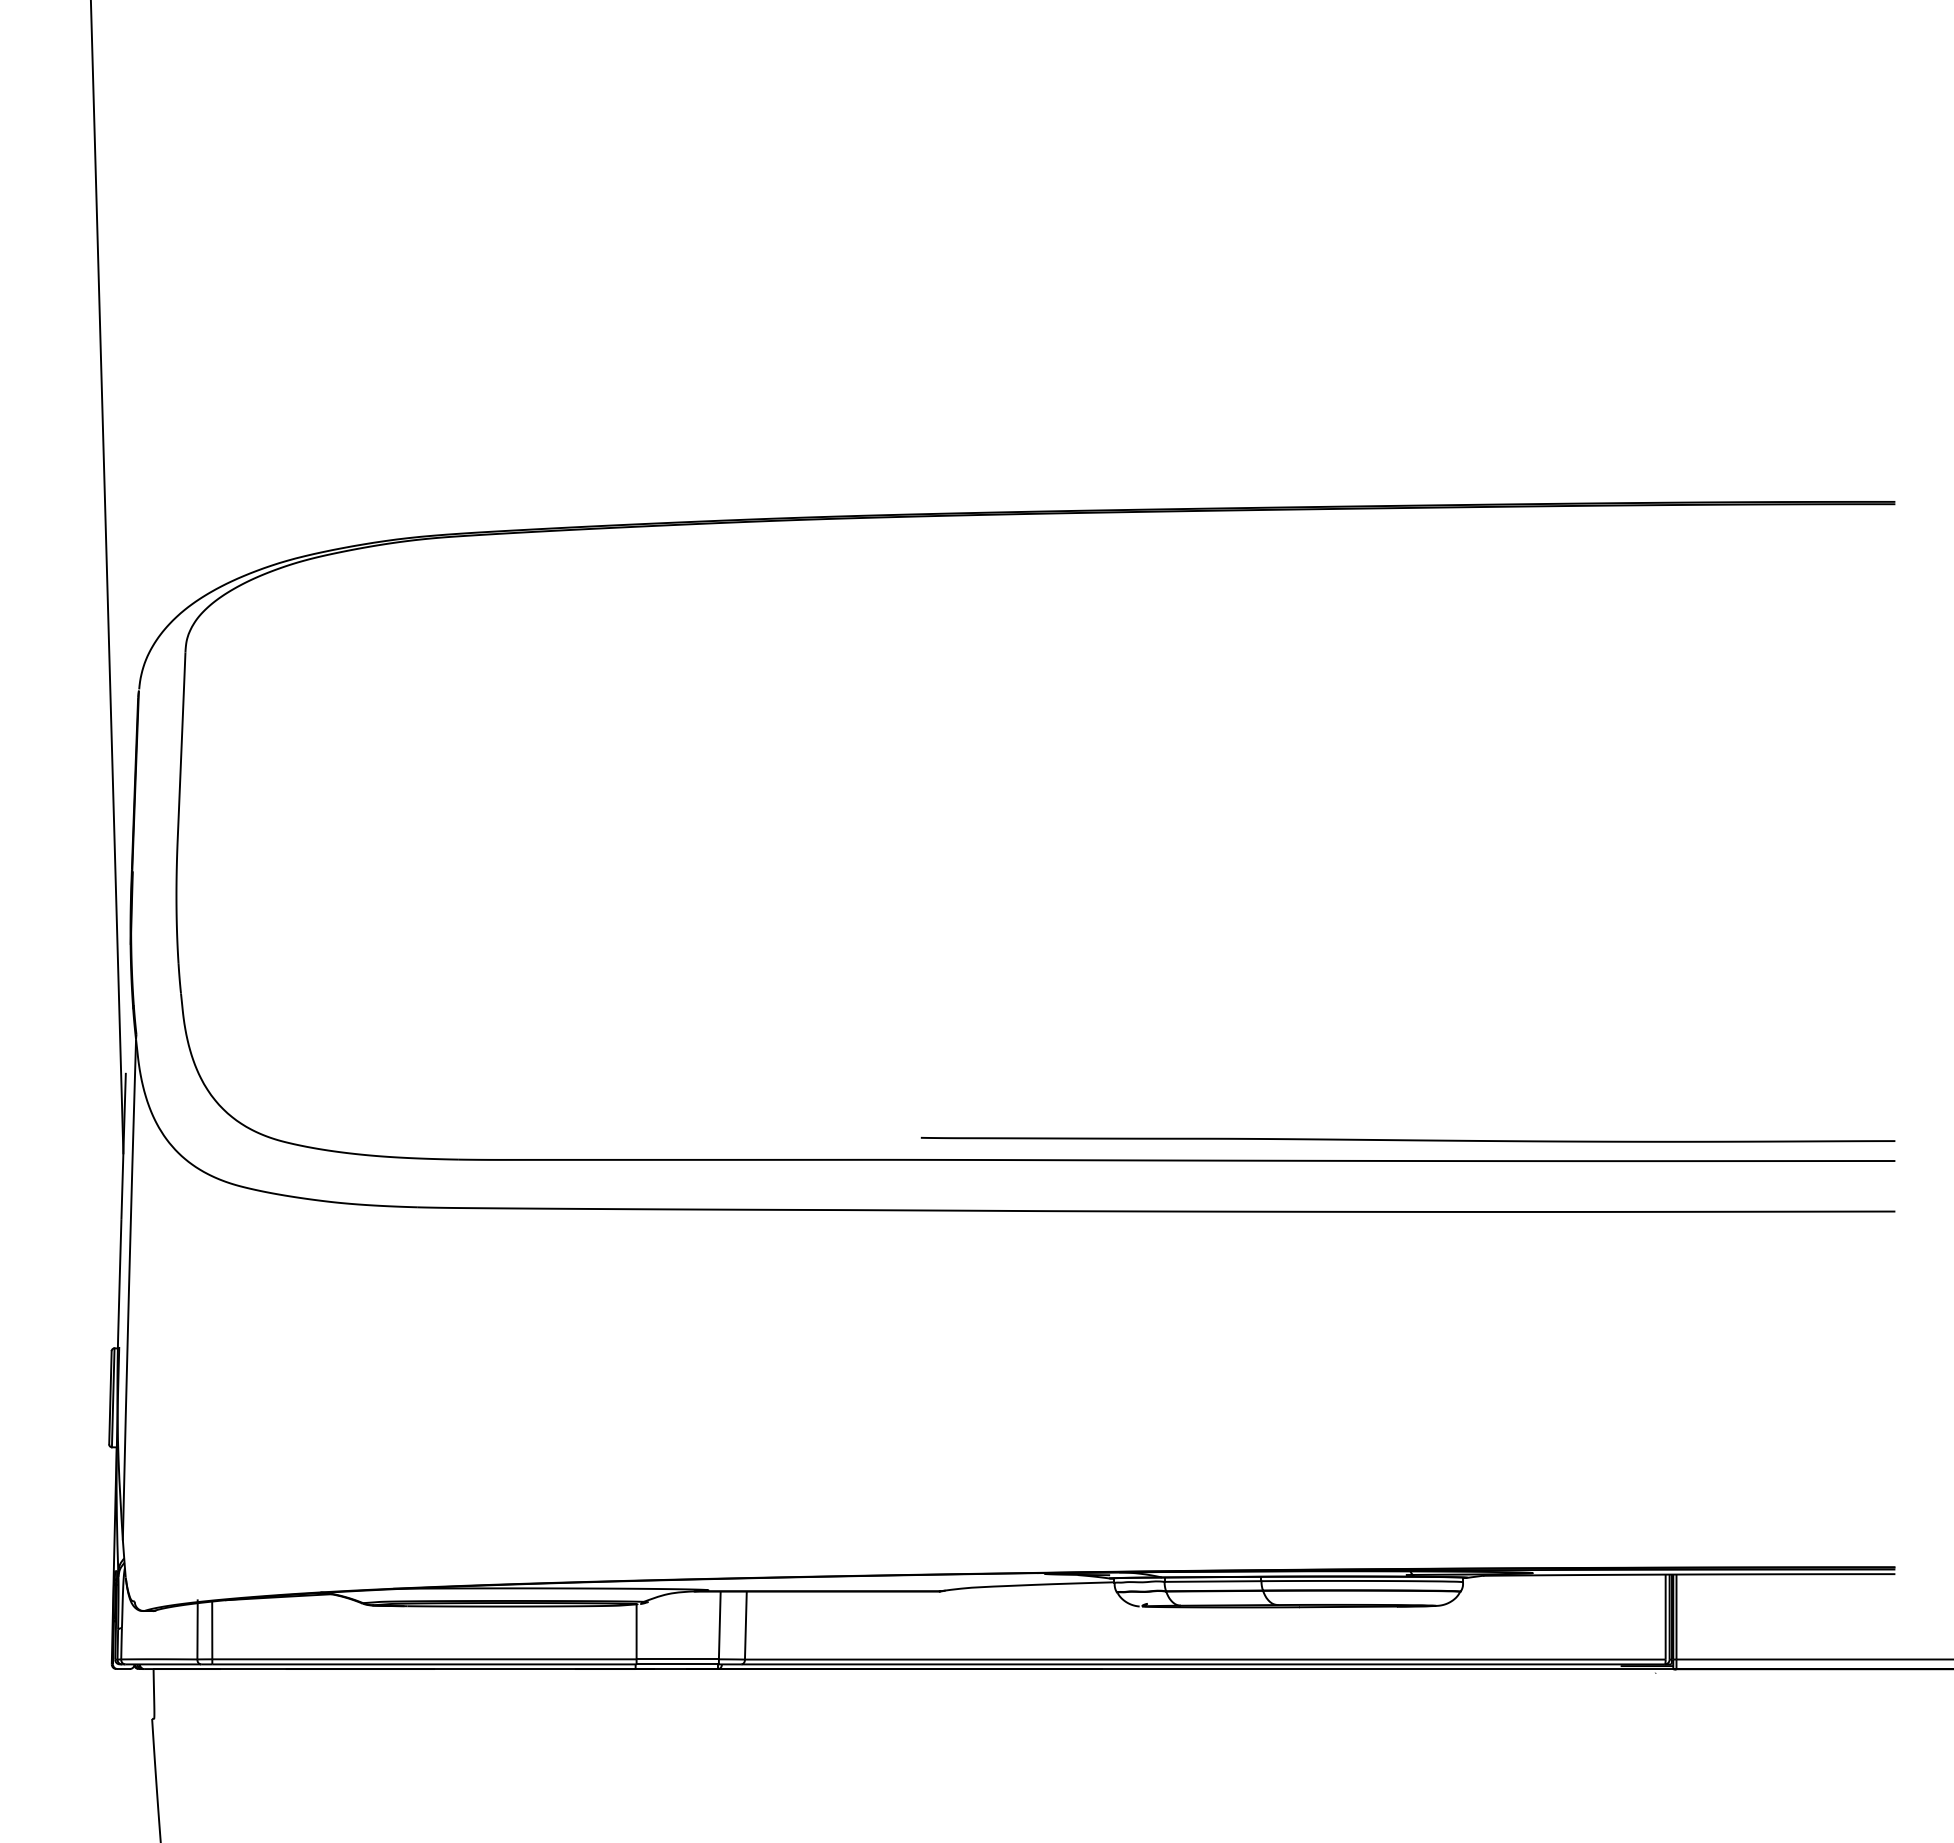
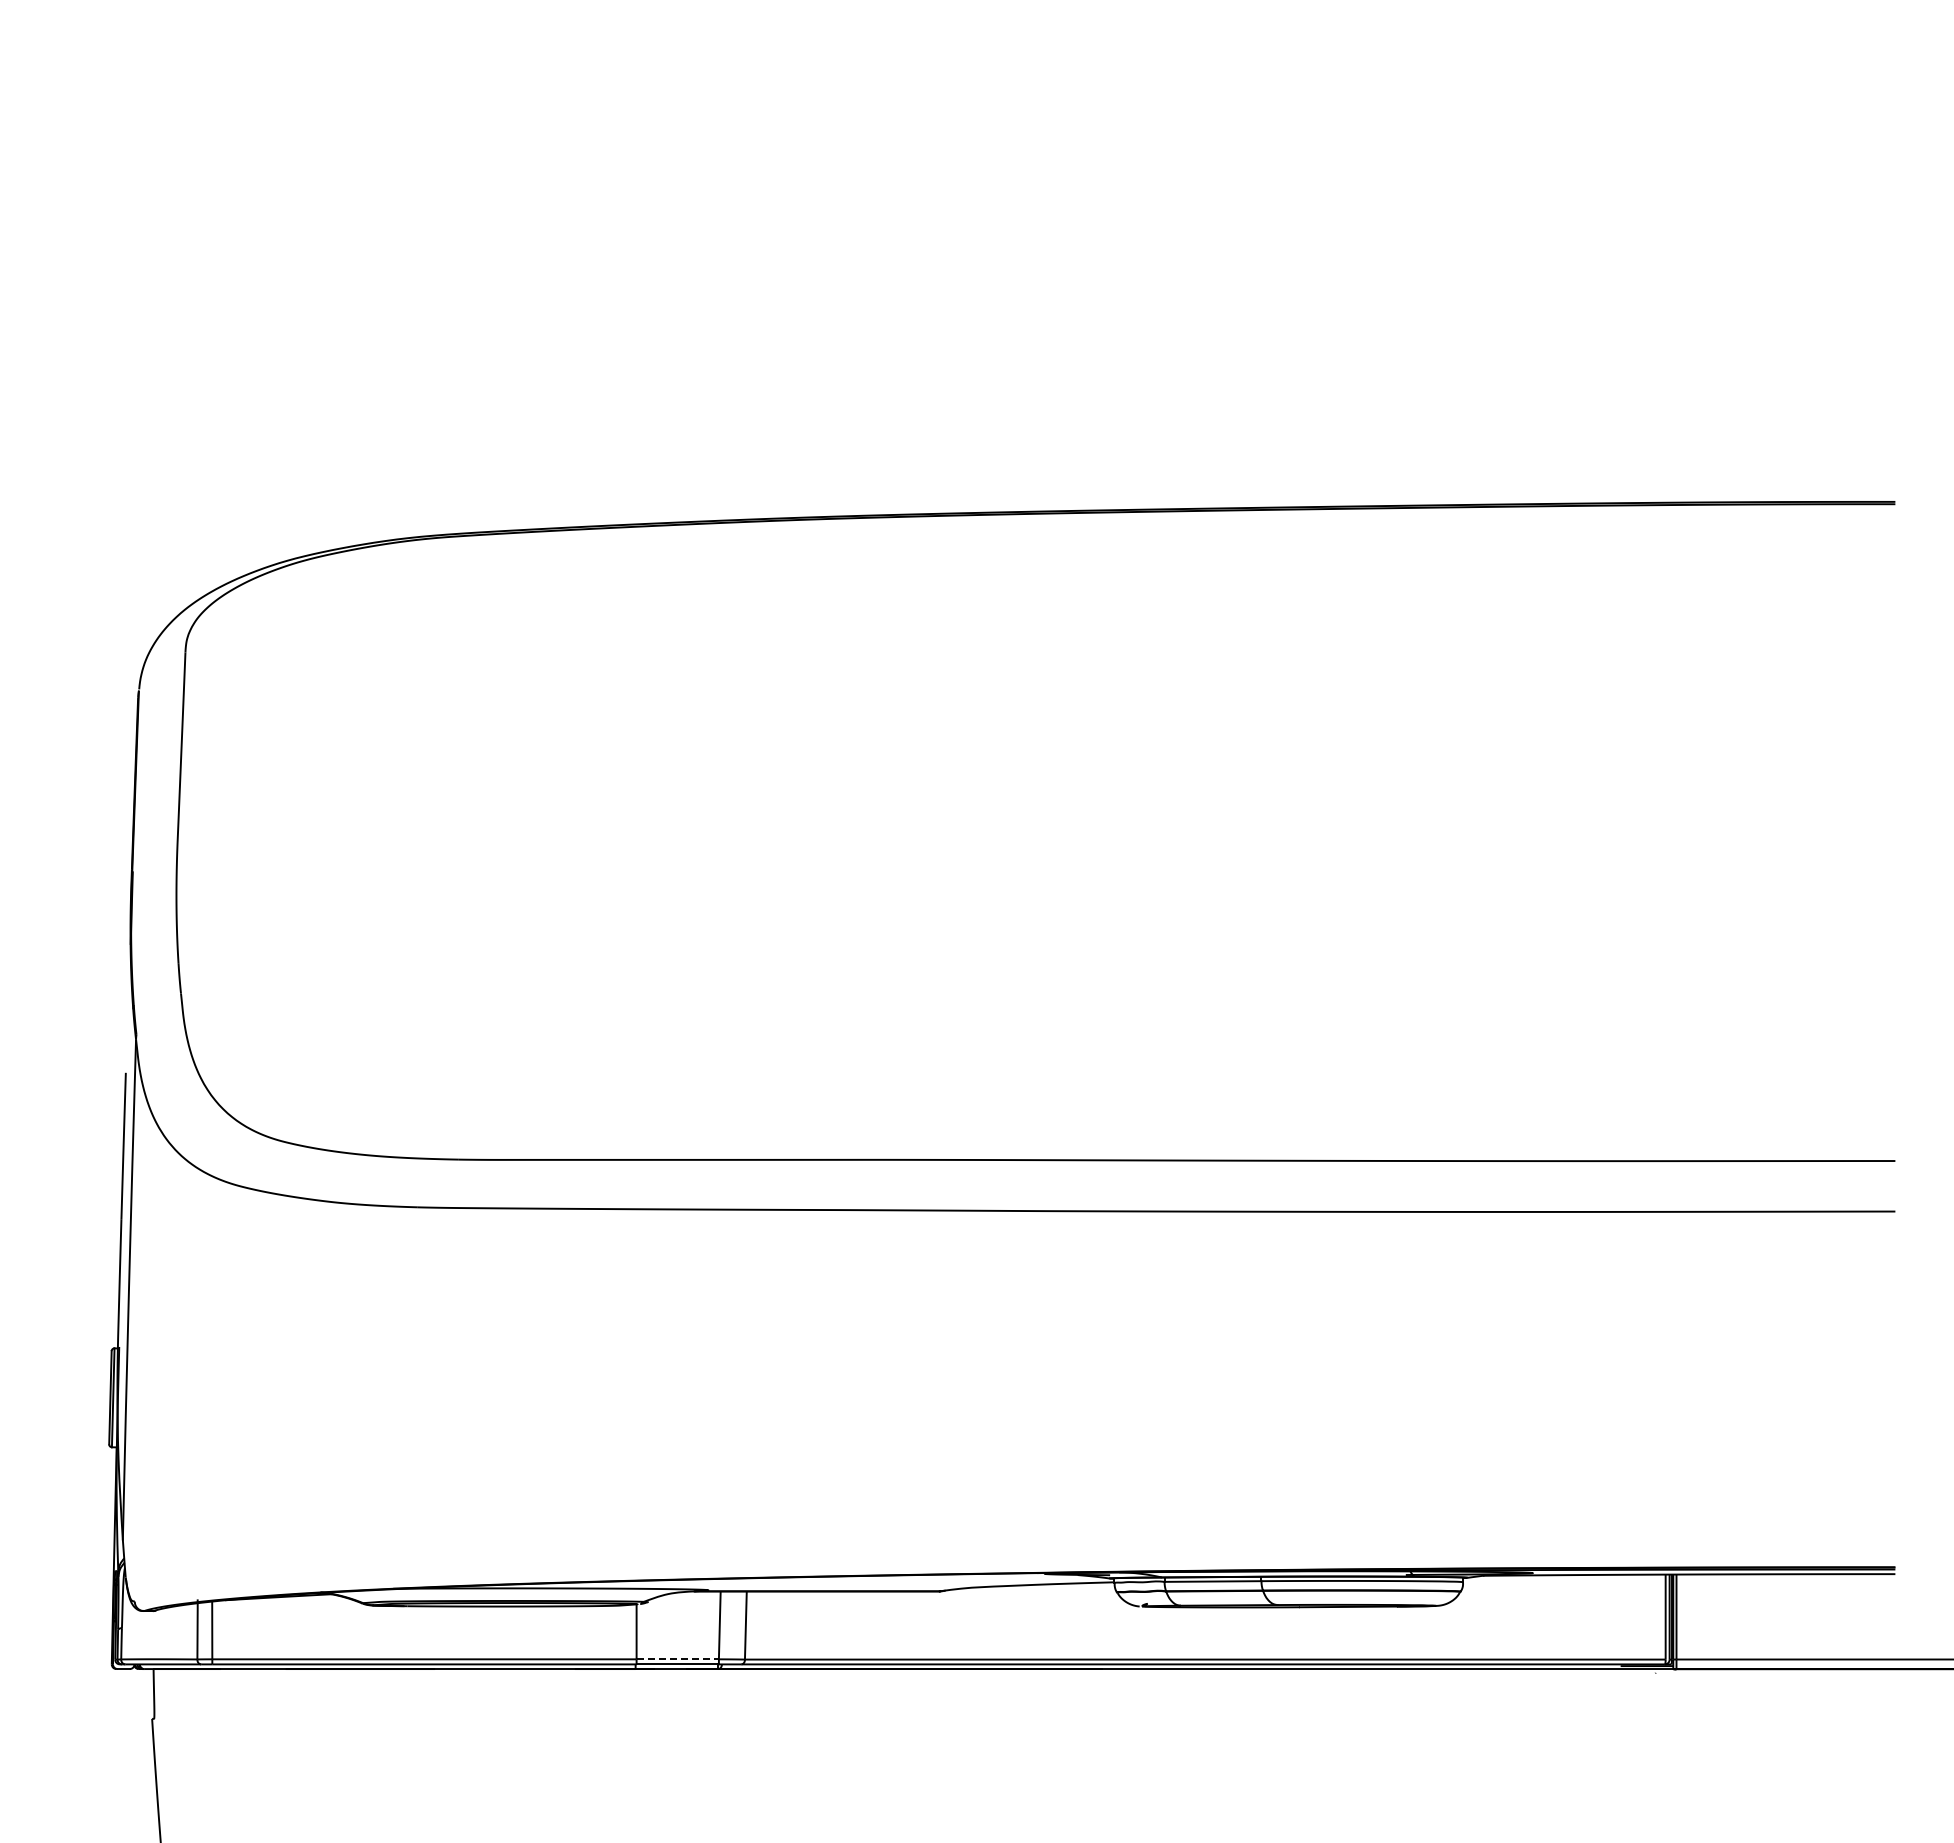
line at (106, 577): present -> none
curve at (1407, 1139): present -> none
line at (678, 1659): solid -> dashed
